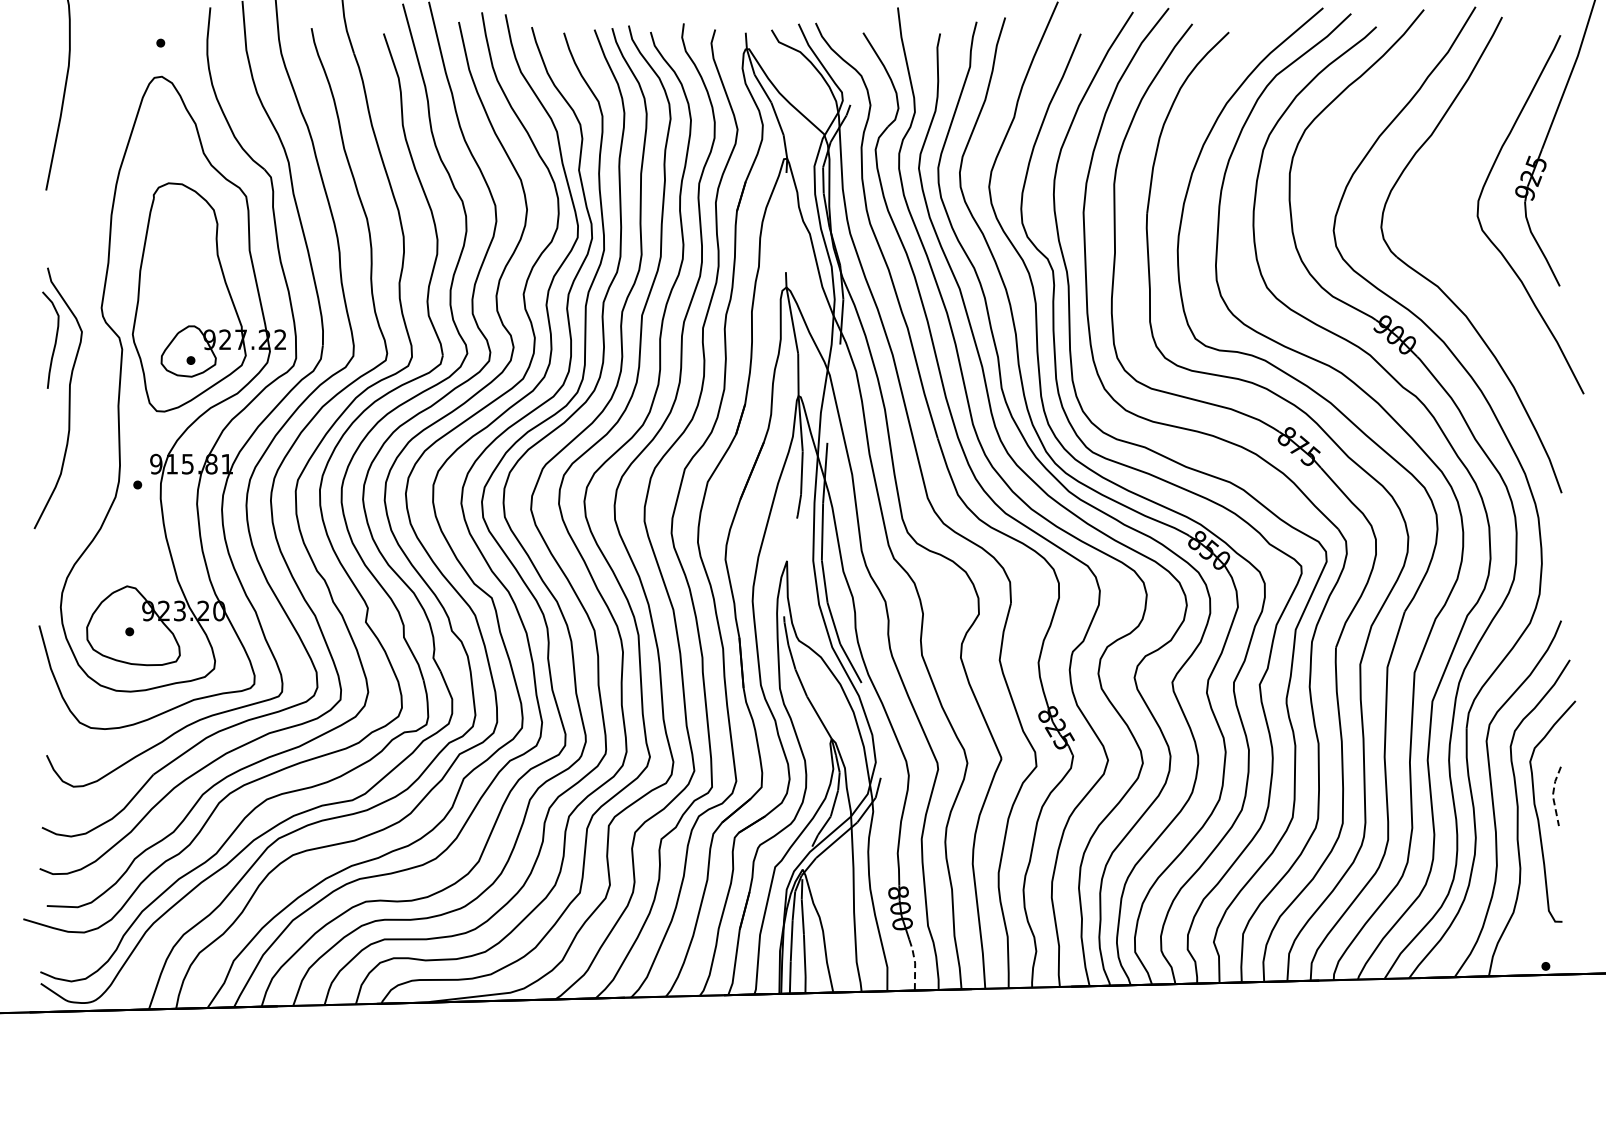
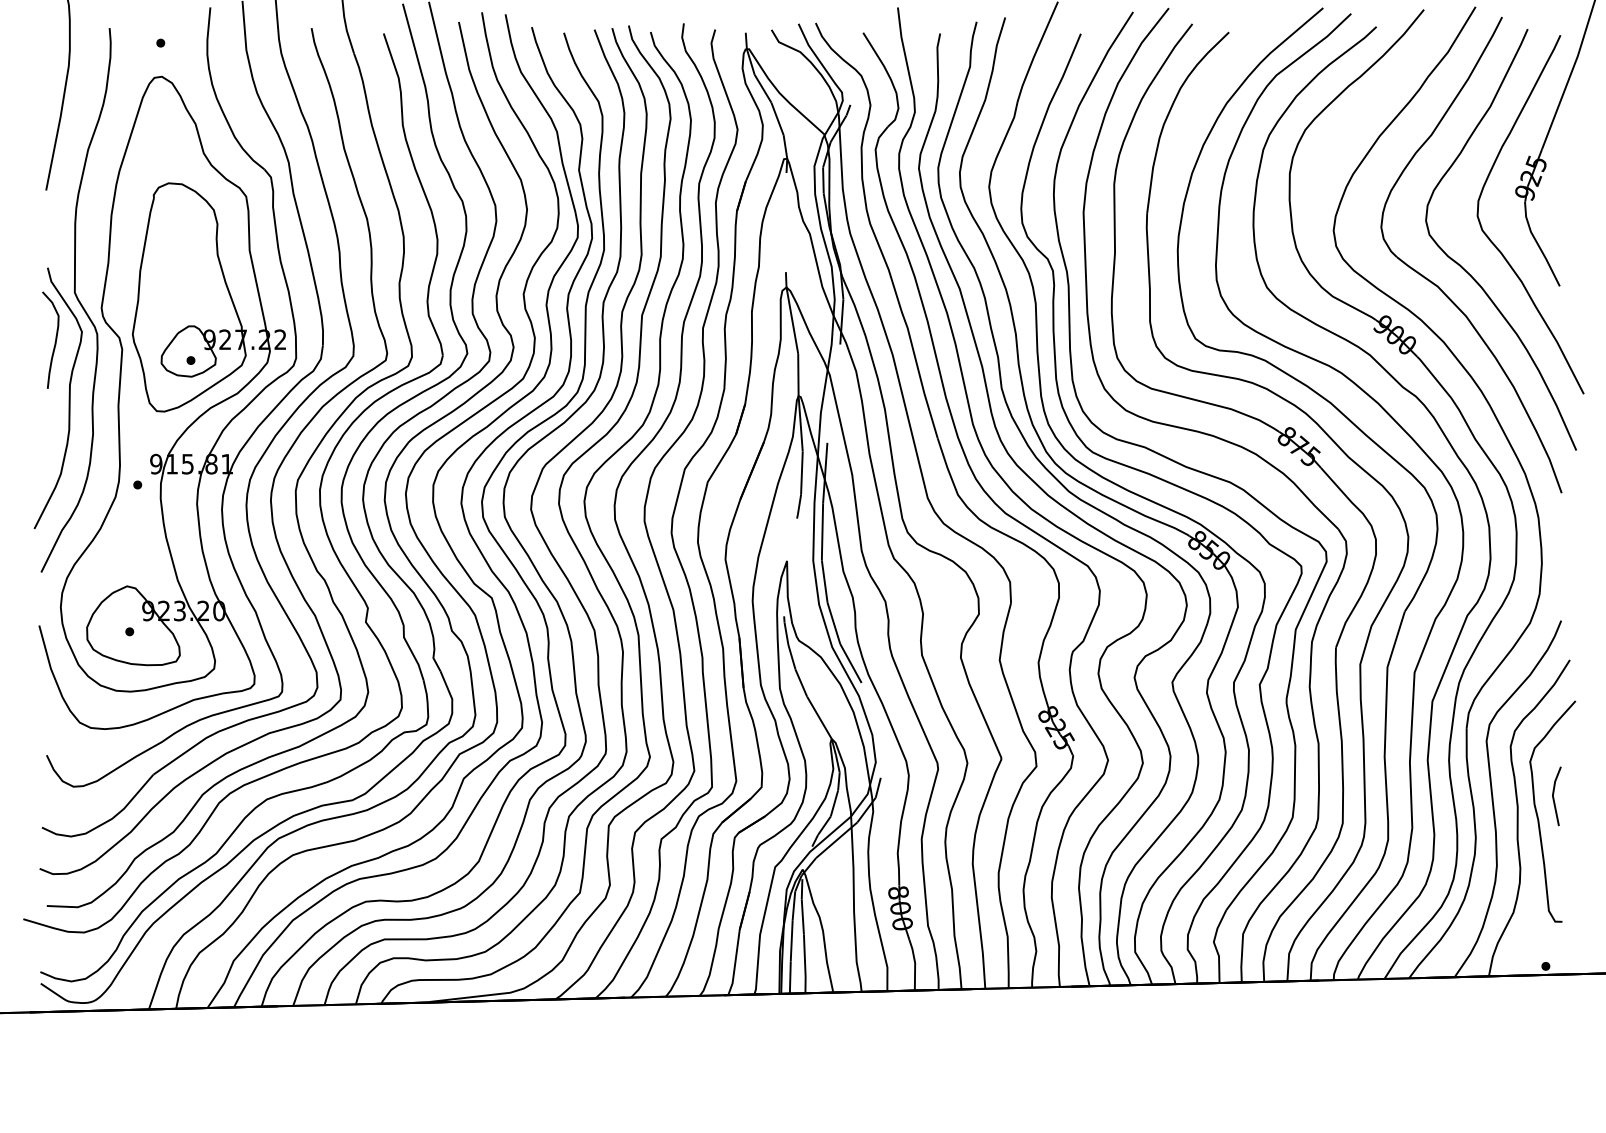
curve at (1467, 271): none -> present
curve at (77, 300): none -> present
line at (1552, 795): dashed -> solid
line at (915, 964): dashed -> solid
